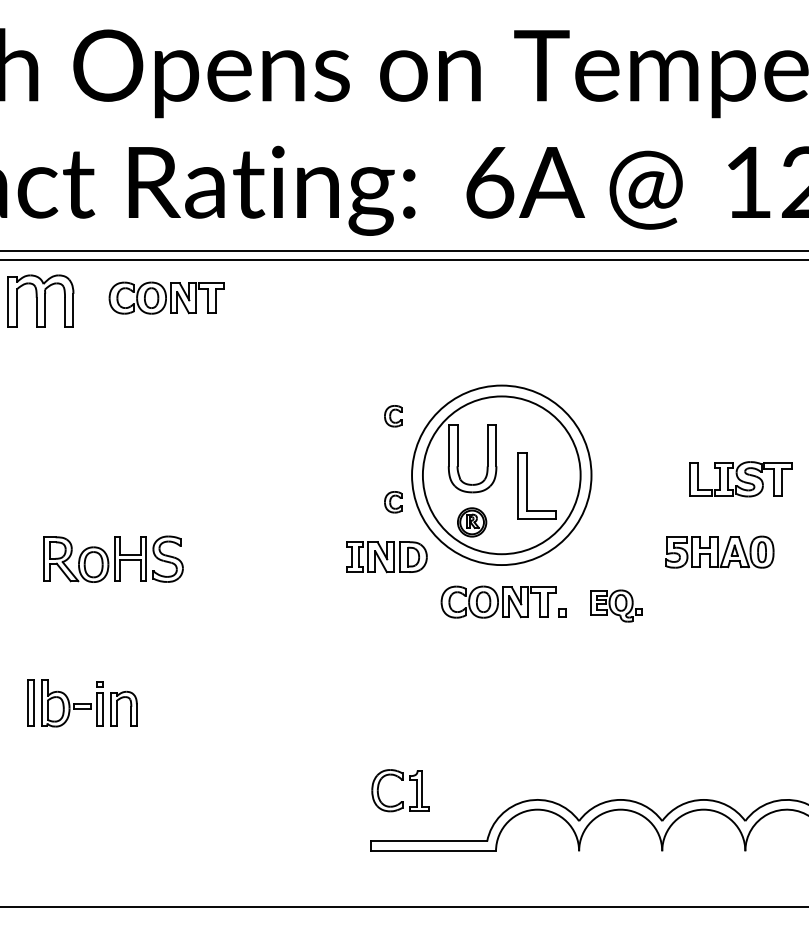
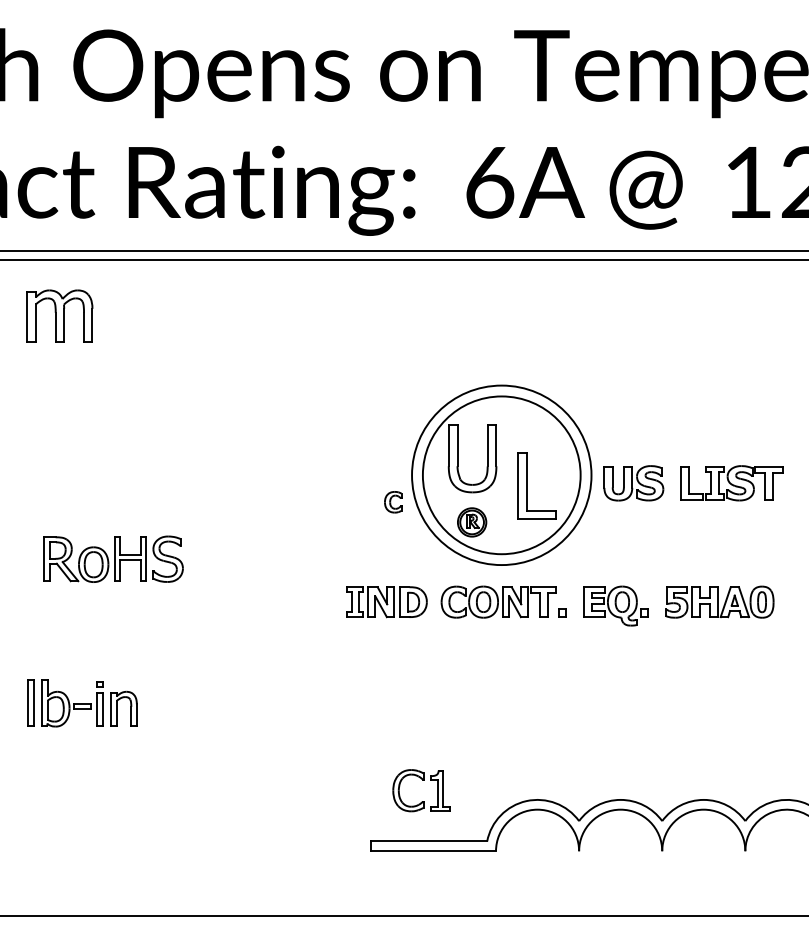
part at (166, 297): present -> none
part at (40, 300) position: (40, 300) -> (59, 315)
part at (393, 416): present -> none
part at (740, 479) position: (740, 479) -> (731, 483)
part at (633, 483): none -> present
part at (719, 551) position: (719, 551) -> (719, 601)
part at (386, 557) position: (386, 557) -> (386, 602)
part at (616, 605) size: 53x34 px -> 66x42 px
part at (401, 780) position: (401, 780) -> (422, 780)
line at (403, 906) position: (403, 906) -> (403, 915)
